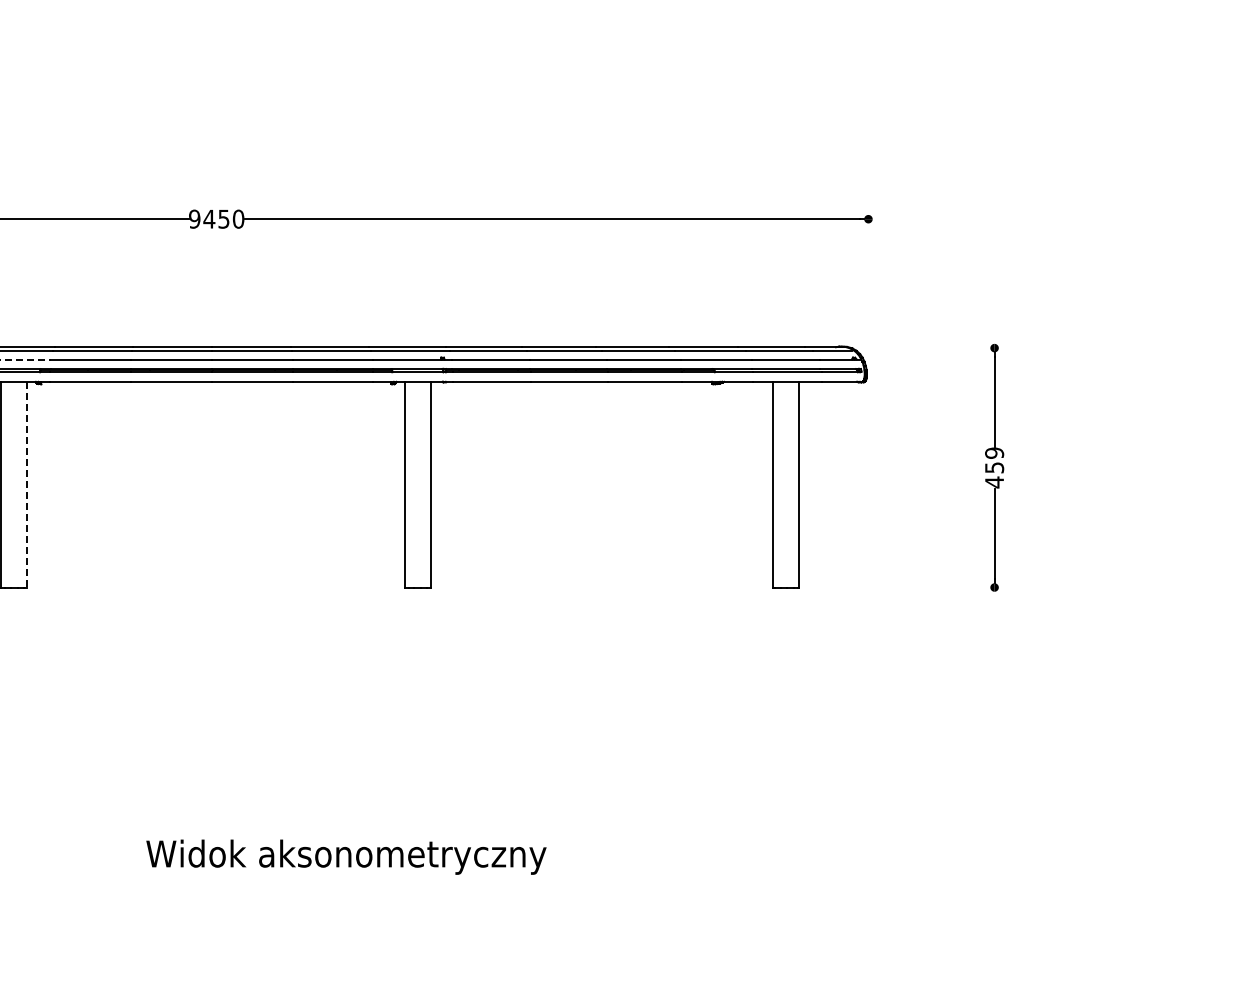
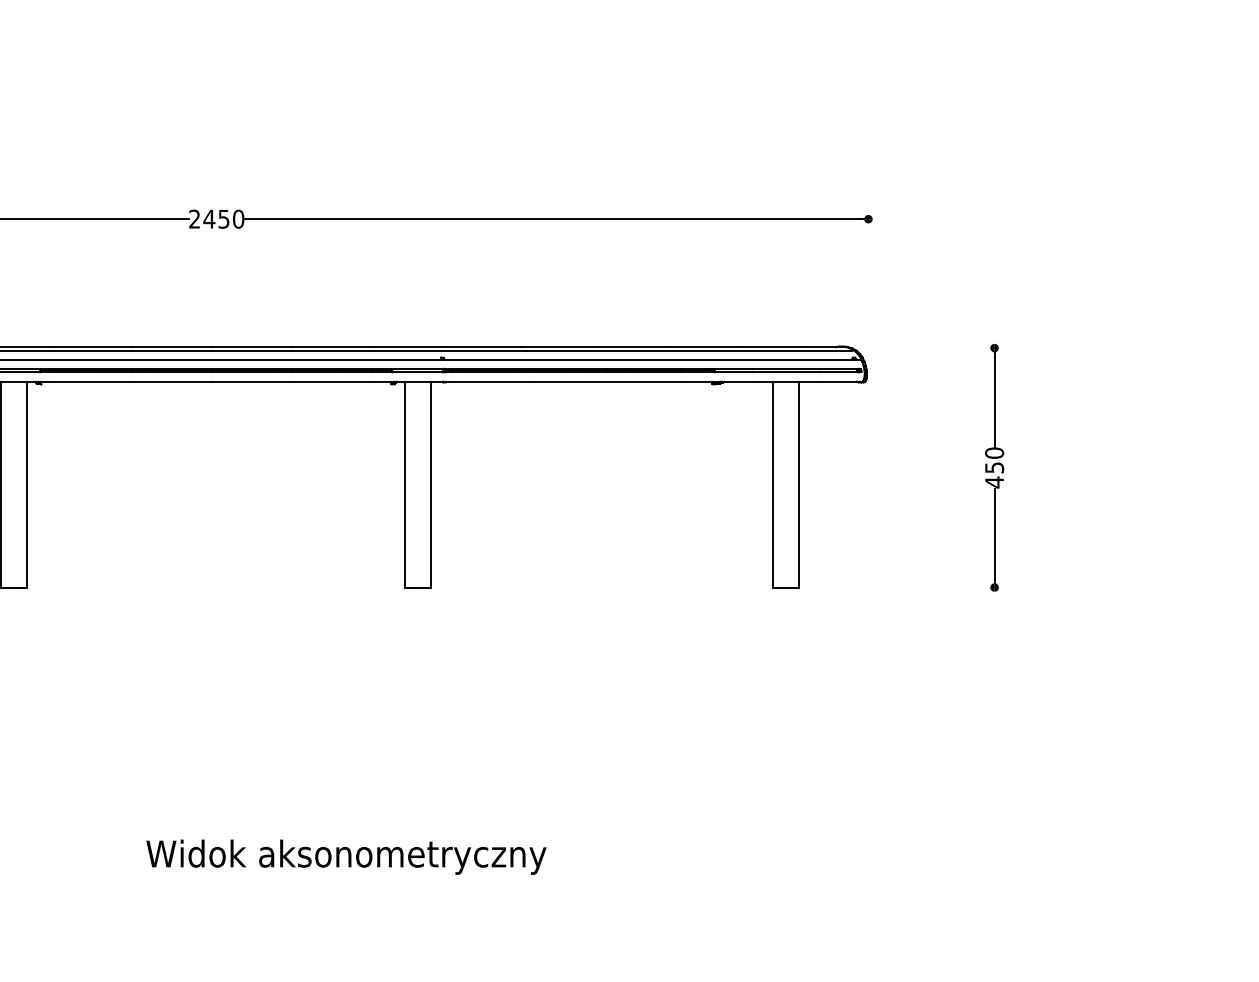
text at (194, 218): 9450 -> 2450
line at (26, 359): dashed -> solid
text at (994, 452): 459 -> 450
line at (27, 484): dashed -> solid
